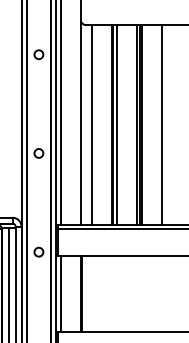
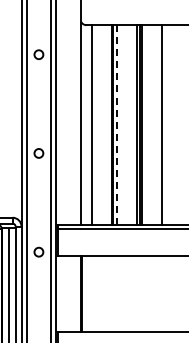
line at (61, 113): present -> none
line at (117, 124): solid -> dashed
line at (61, 293): present -> none
